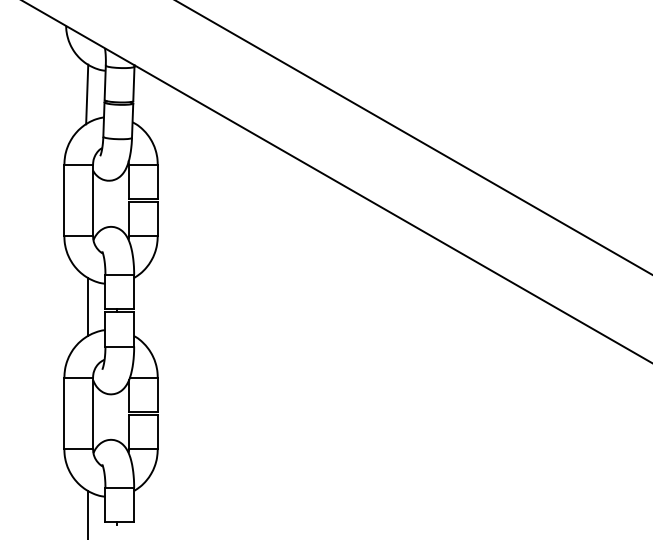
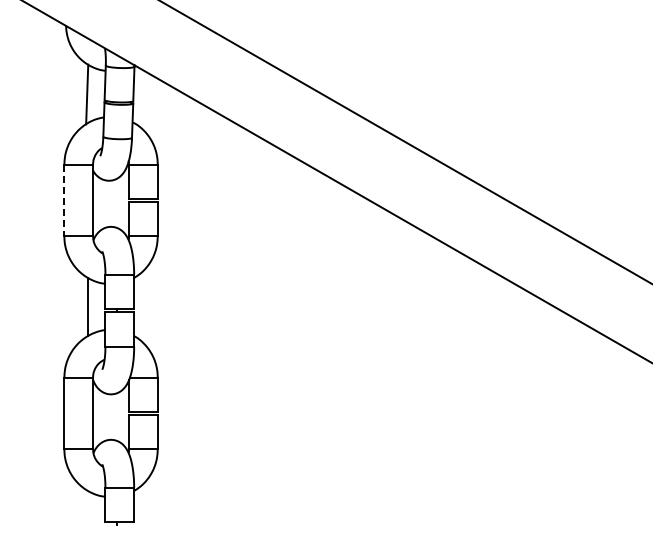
line at (413, 137) position: (413, 137) -> (405, 142)
line at (64, 200): solid -> dashed
line at (87, 513): present -> none
